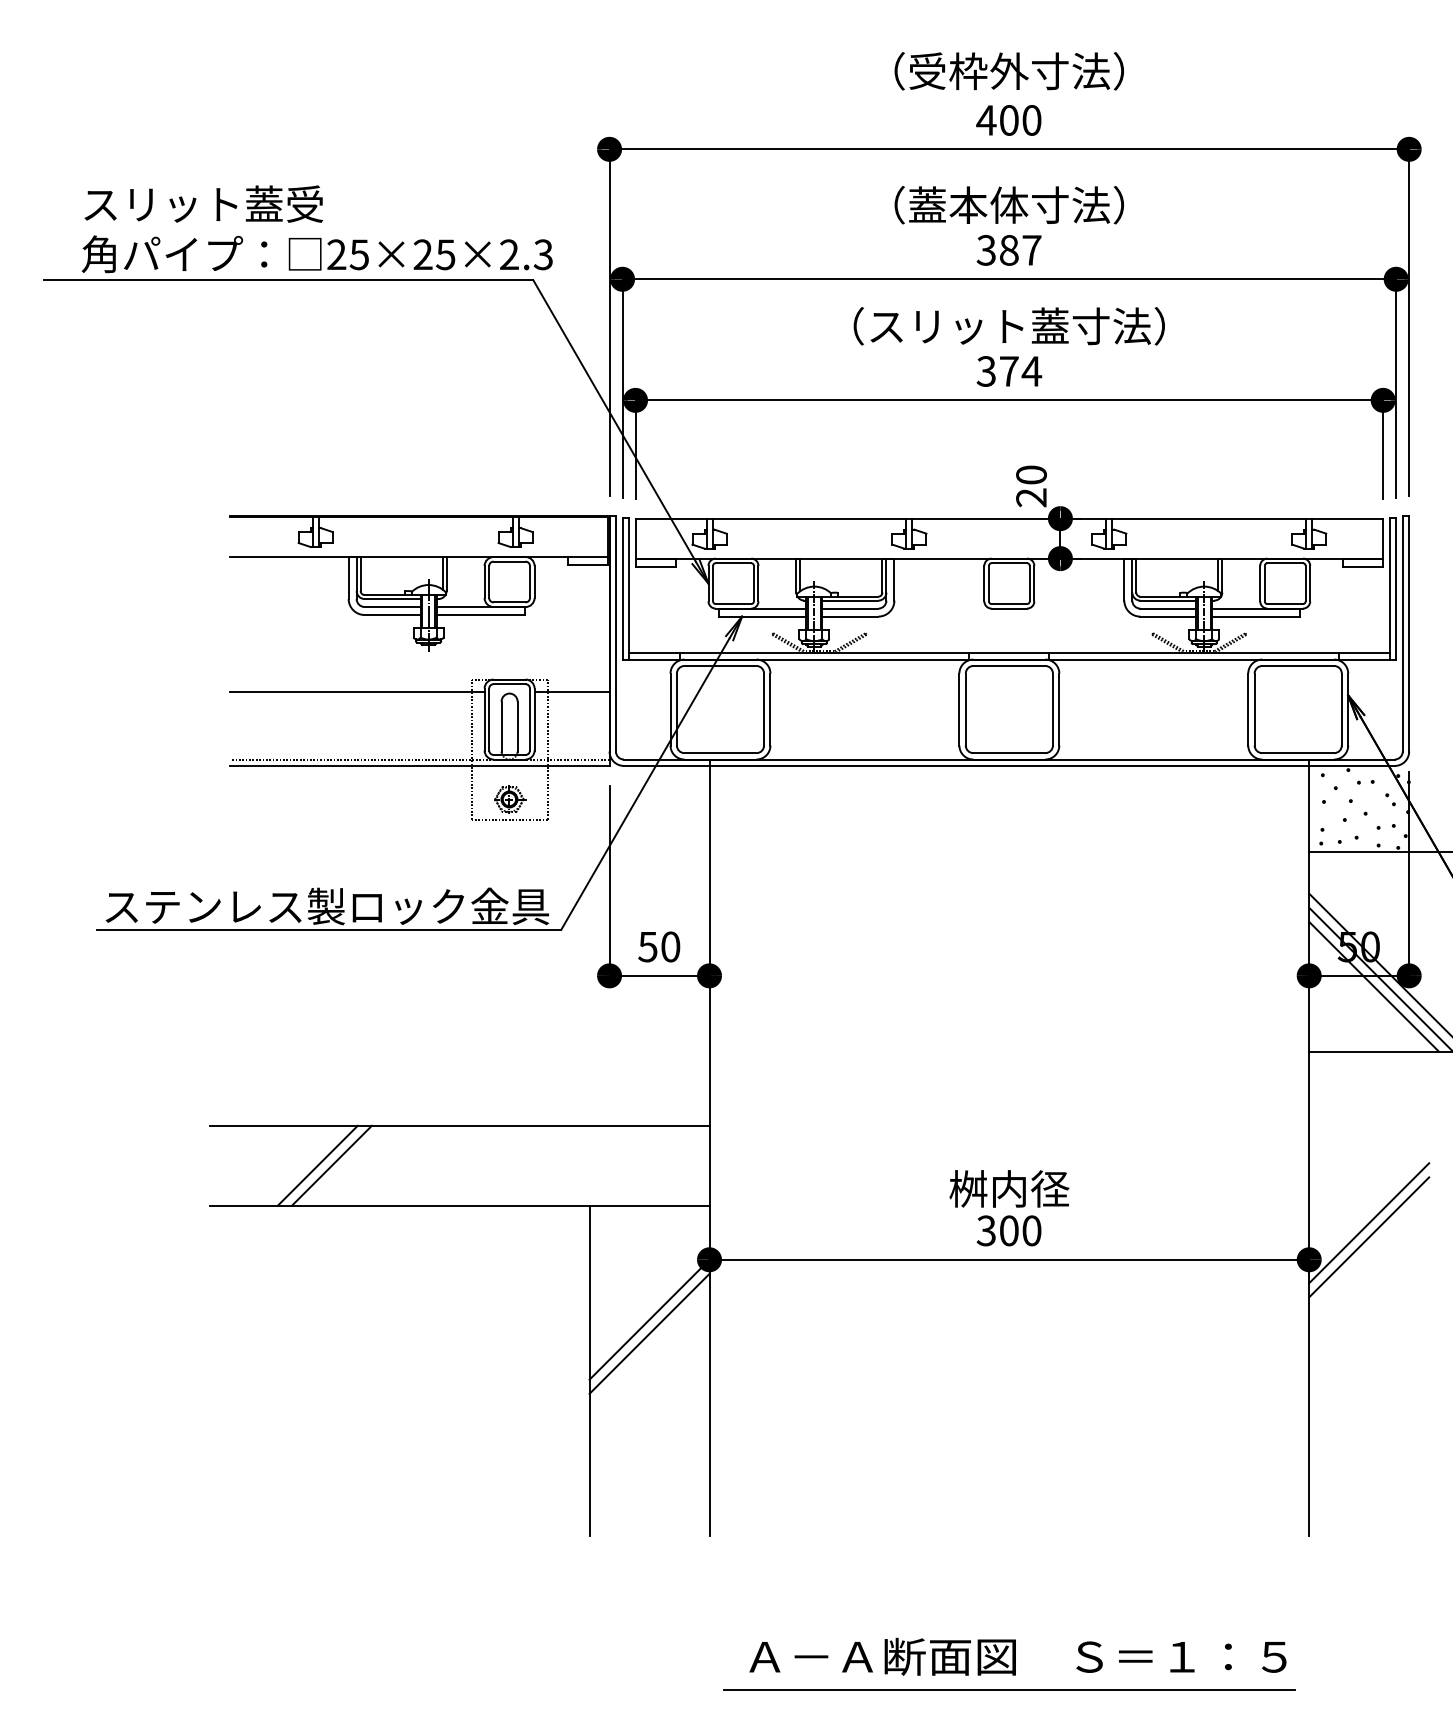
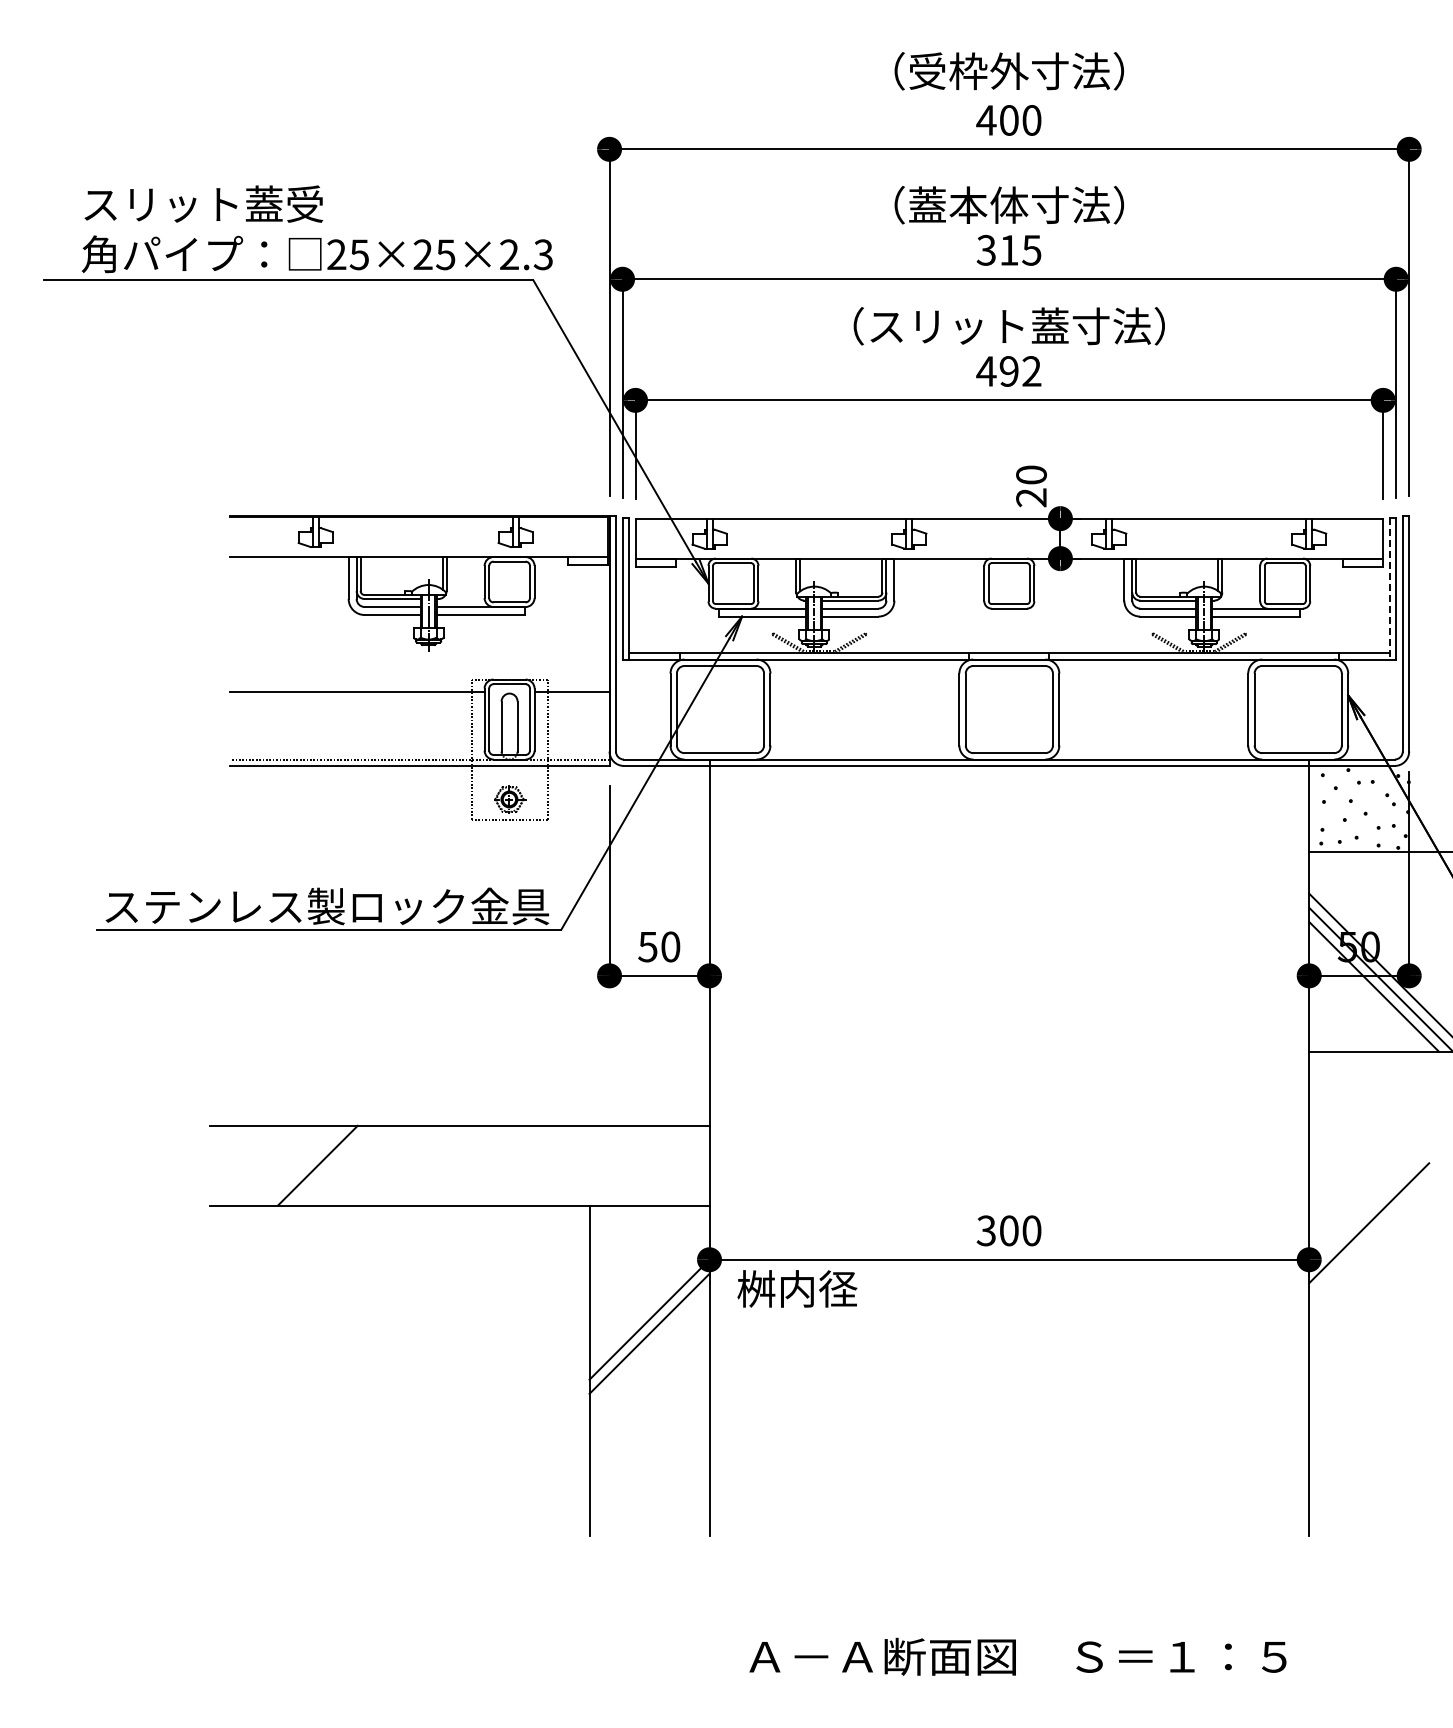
text at (1020, 250): 387 -> 315
text at (1009, 371): 374 -> 492
line at (1389, 588): solid -> dashed
line at (331, 1165): present -> none
text at (1009, 1188) position: (1009, 1188) -> (797, 1288)
line at (1369, 1237): present -> none
line at (1009, 1689): present -> none
